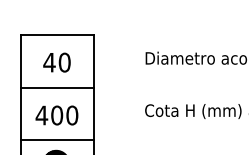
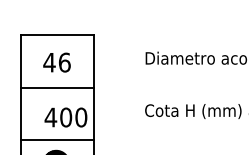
text at (64, 62): 40 -> 46
text at (56, 115) position: (56, 115) -> (65, 117)
